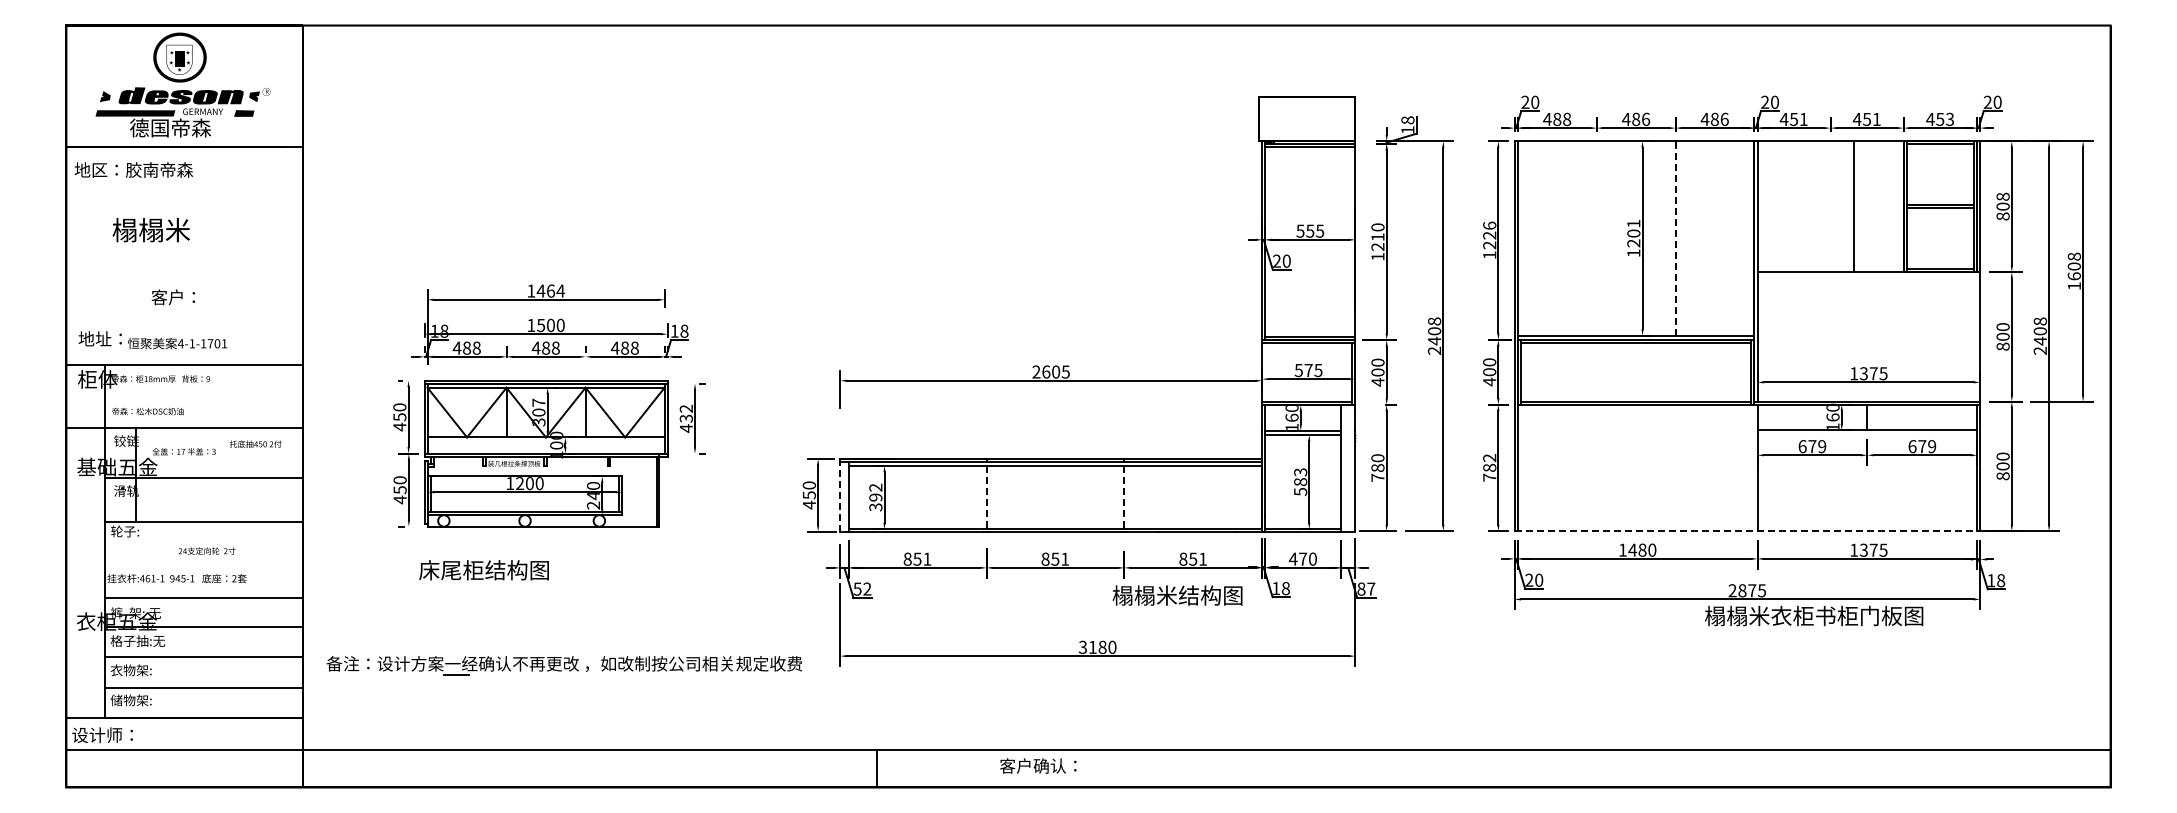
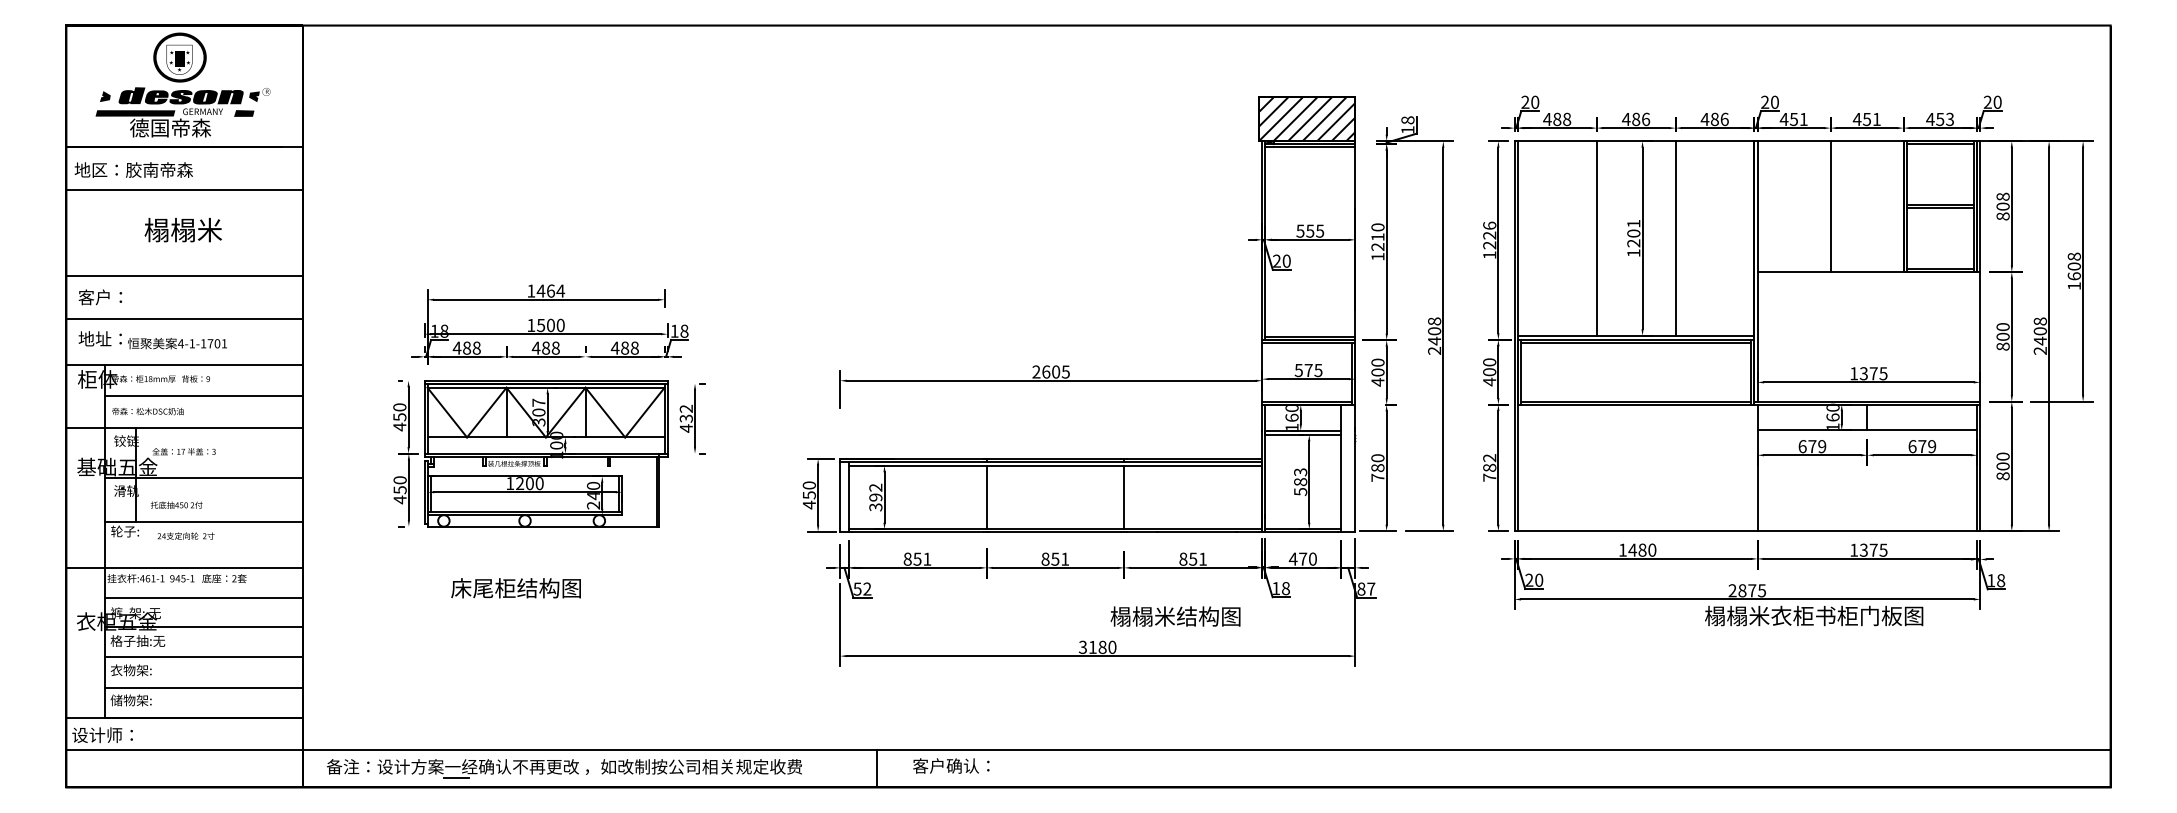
hatch at (1306, 119): none -> present
line at (184, 189): none -> present
line at (1853, 206) position: (1853, 206) -> (1830, 206)
text at (150, 230) position: (150, 230) -> (182, 230)
line at (1675, 237): dashed -> solid
line at (1596, 238): none -> present
line at (184, 275): none -> present
text at (173, 297) position: (173, 297) -> (100, 297)
line at (184, 319): none -> present
line at (203, 395): none -> present
text at (255, 443) position: (255, 443) -> (176, 504)
line at (840, 494): dashed -> solid
line at (986, 497): dashed -> solid
line at (1124, 497): dashed -> solid
line at (1747, 531): dashed -> solid
text at (206, 550) position: (206, 550) -> (185, 535)
line at (184, 567): none -> present
text at (483, 570) position: (483, 570) -> (515, 588)
text at (1177, 595) position: (1177, 595) -> (1175, 616)
part at (563, 665) position: (563, 665) -> (563, 768)
text at (1038, 765) position: (1038, 765) -> (951, 765)
